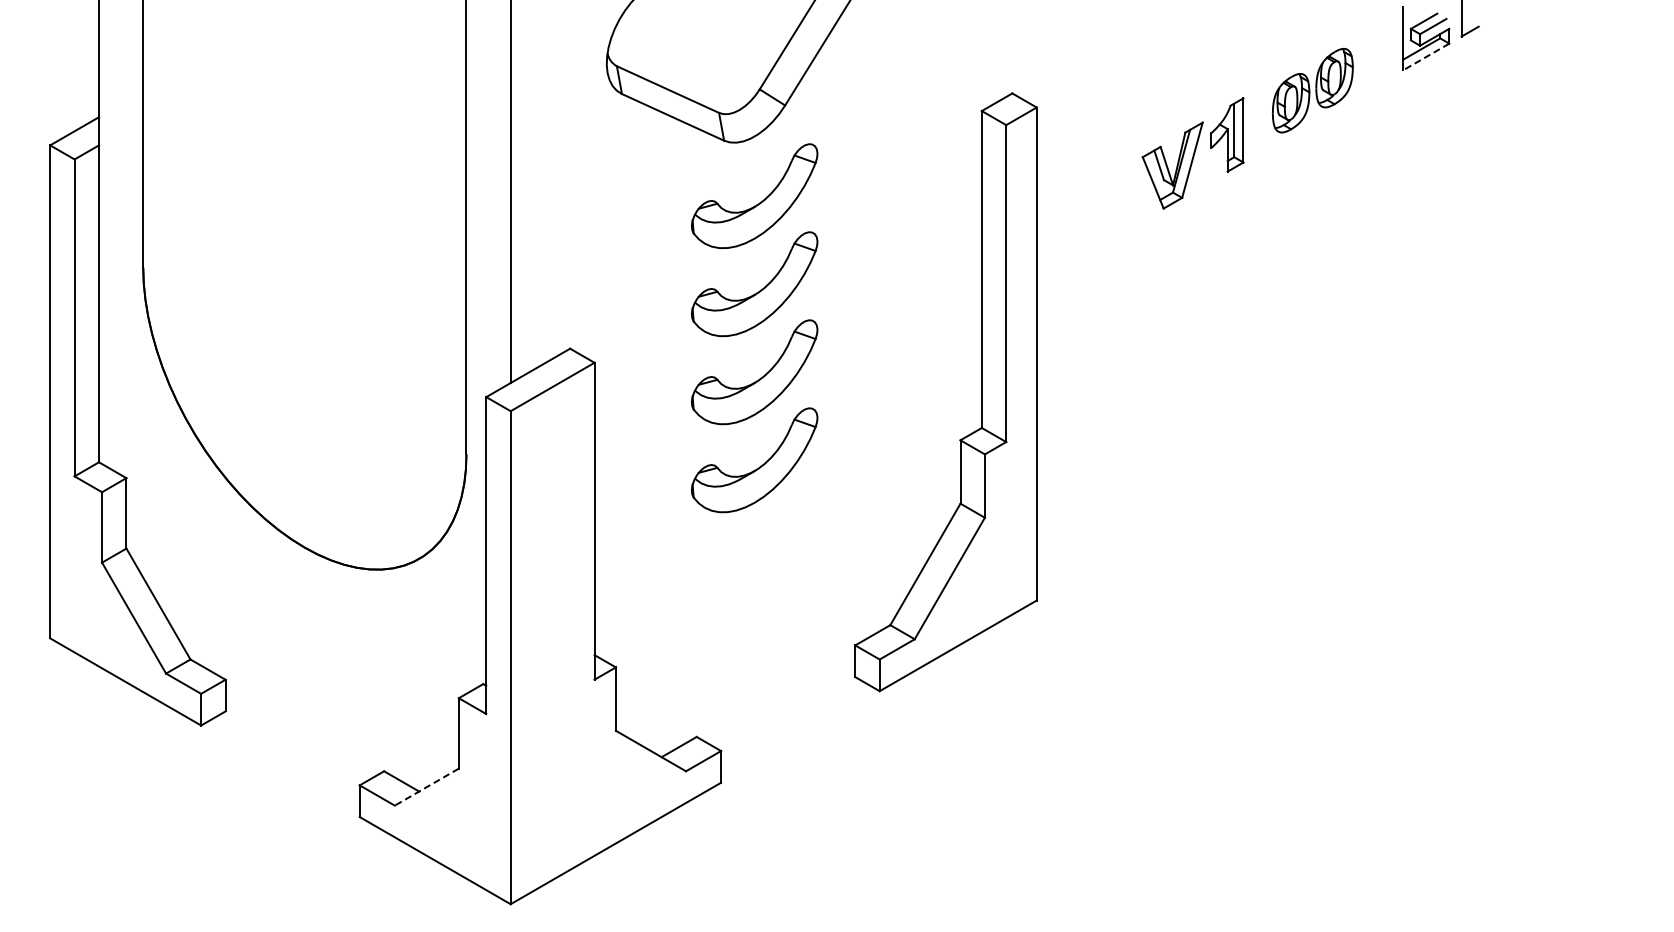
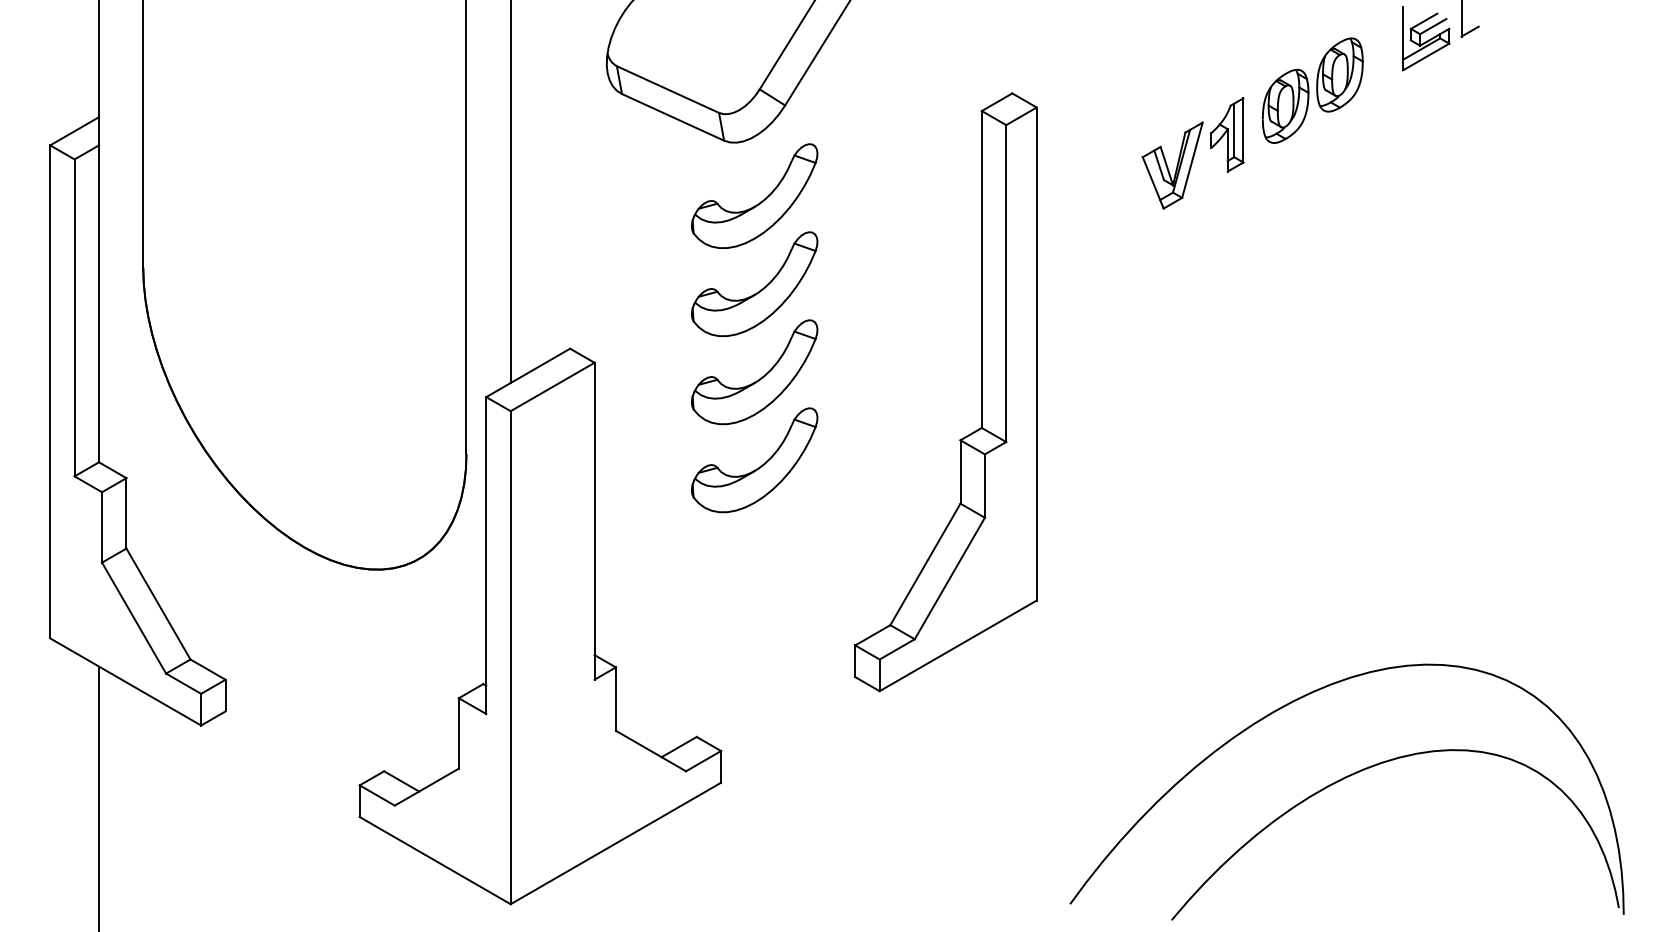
line at (1426, 57): dashed -> solid
part at (1312, 90) size: 82x86 px -> 102x107 px
part at (1340, 781): none -> present
line at (426, 787): dashed -> solid
line at (99, 797): none -> present
